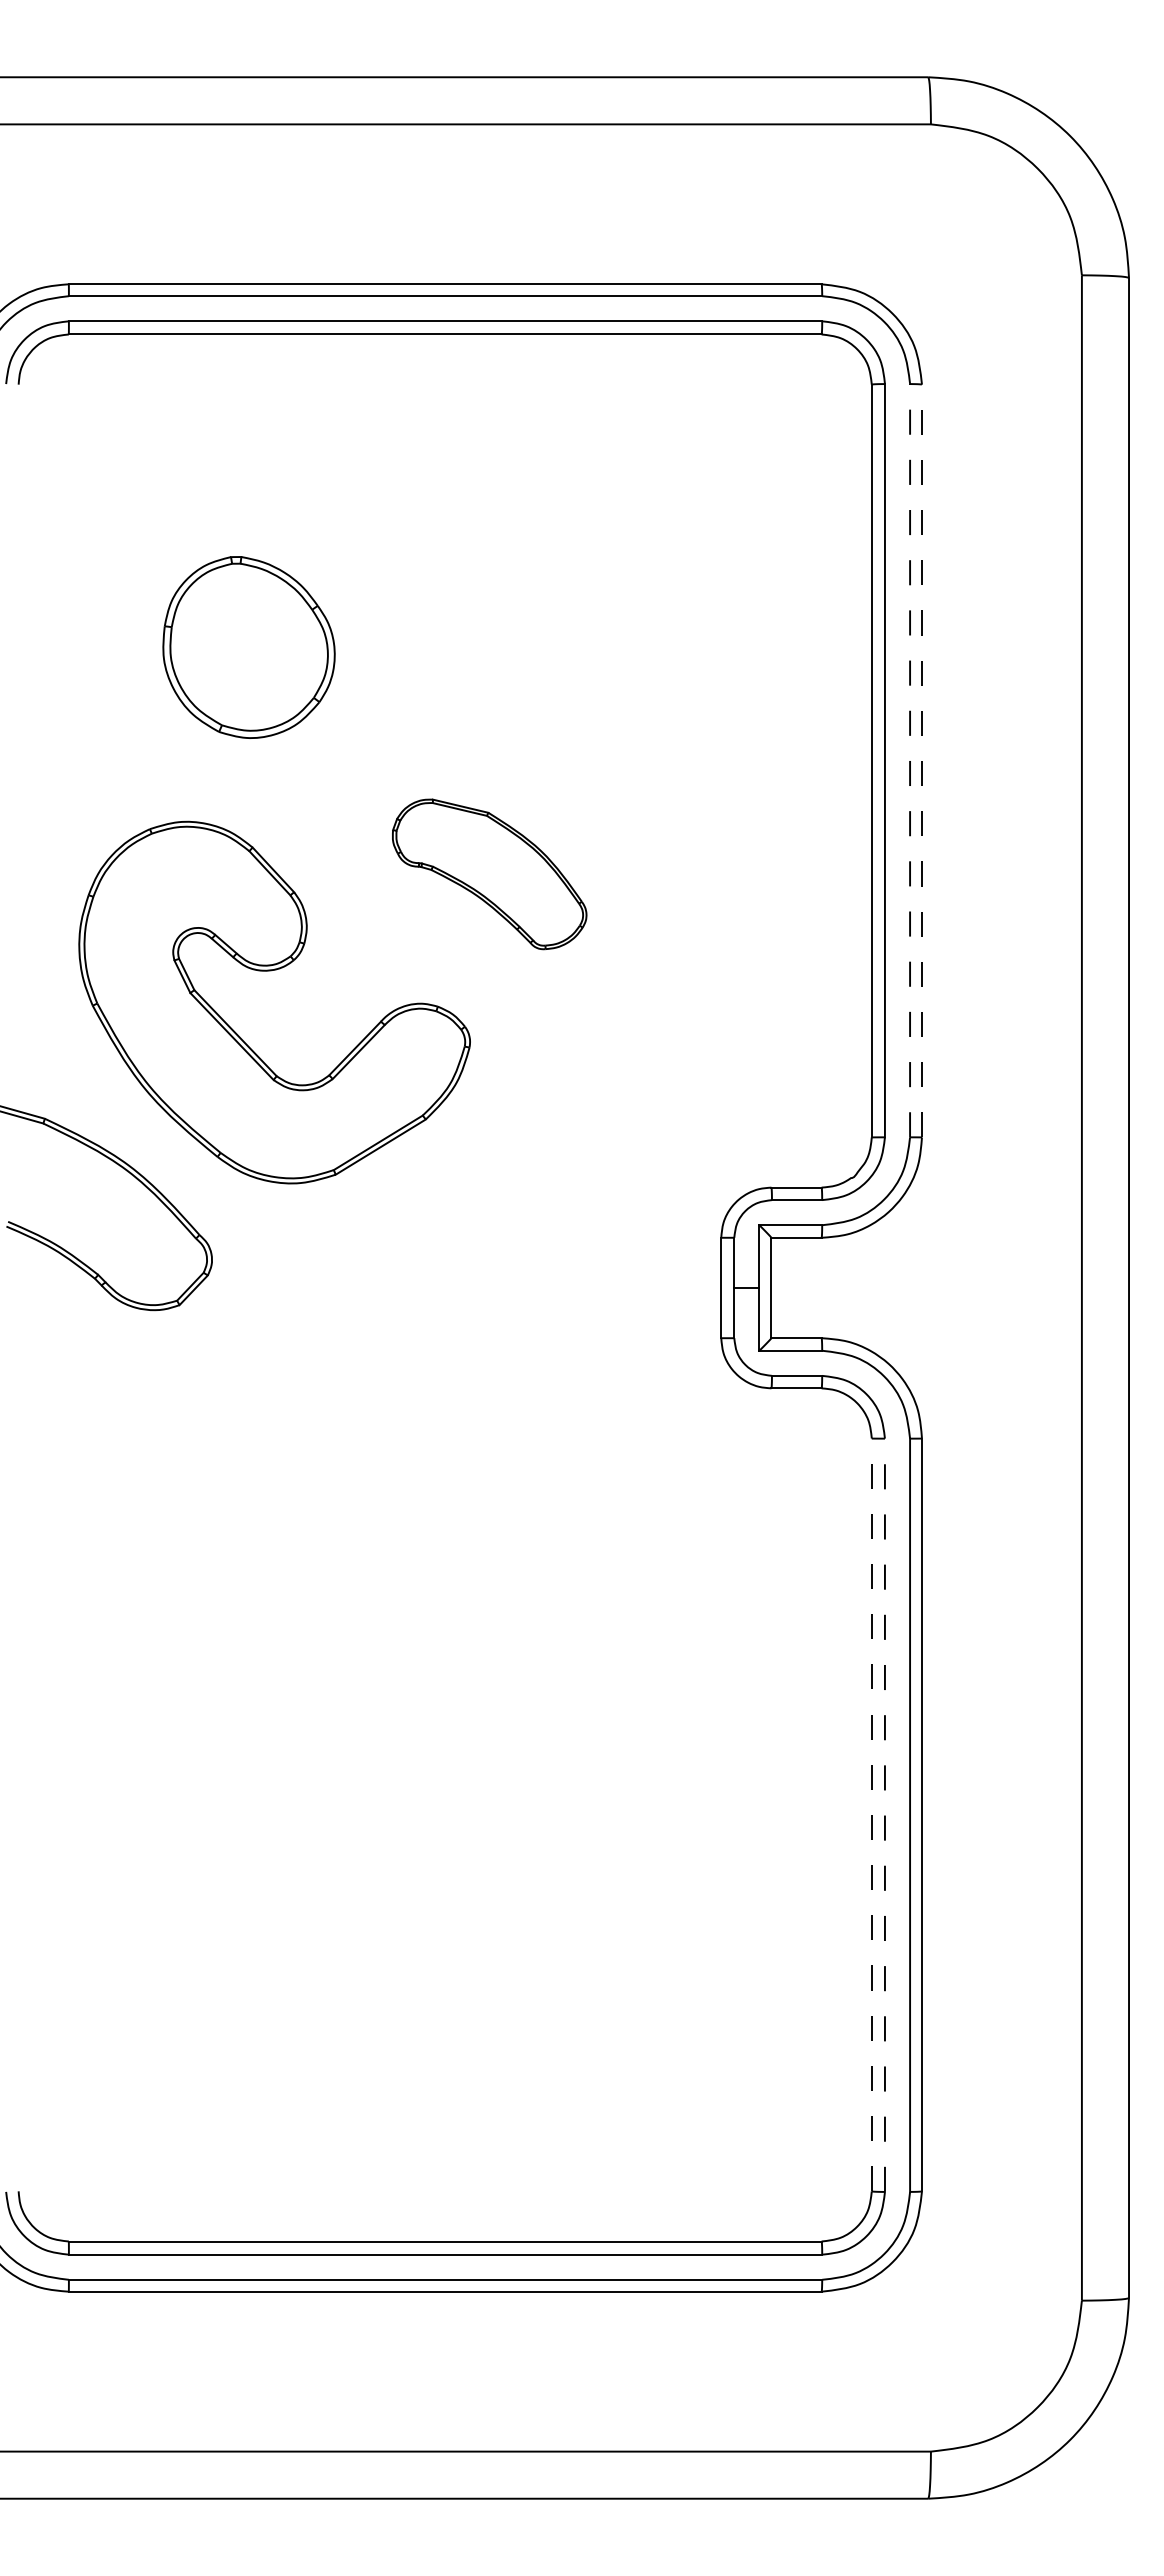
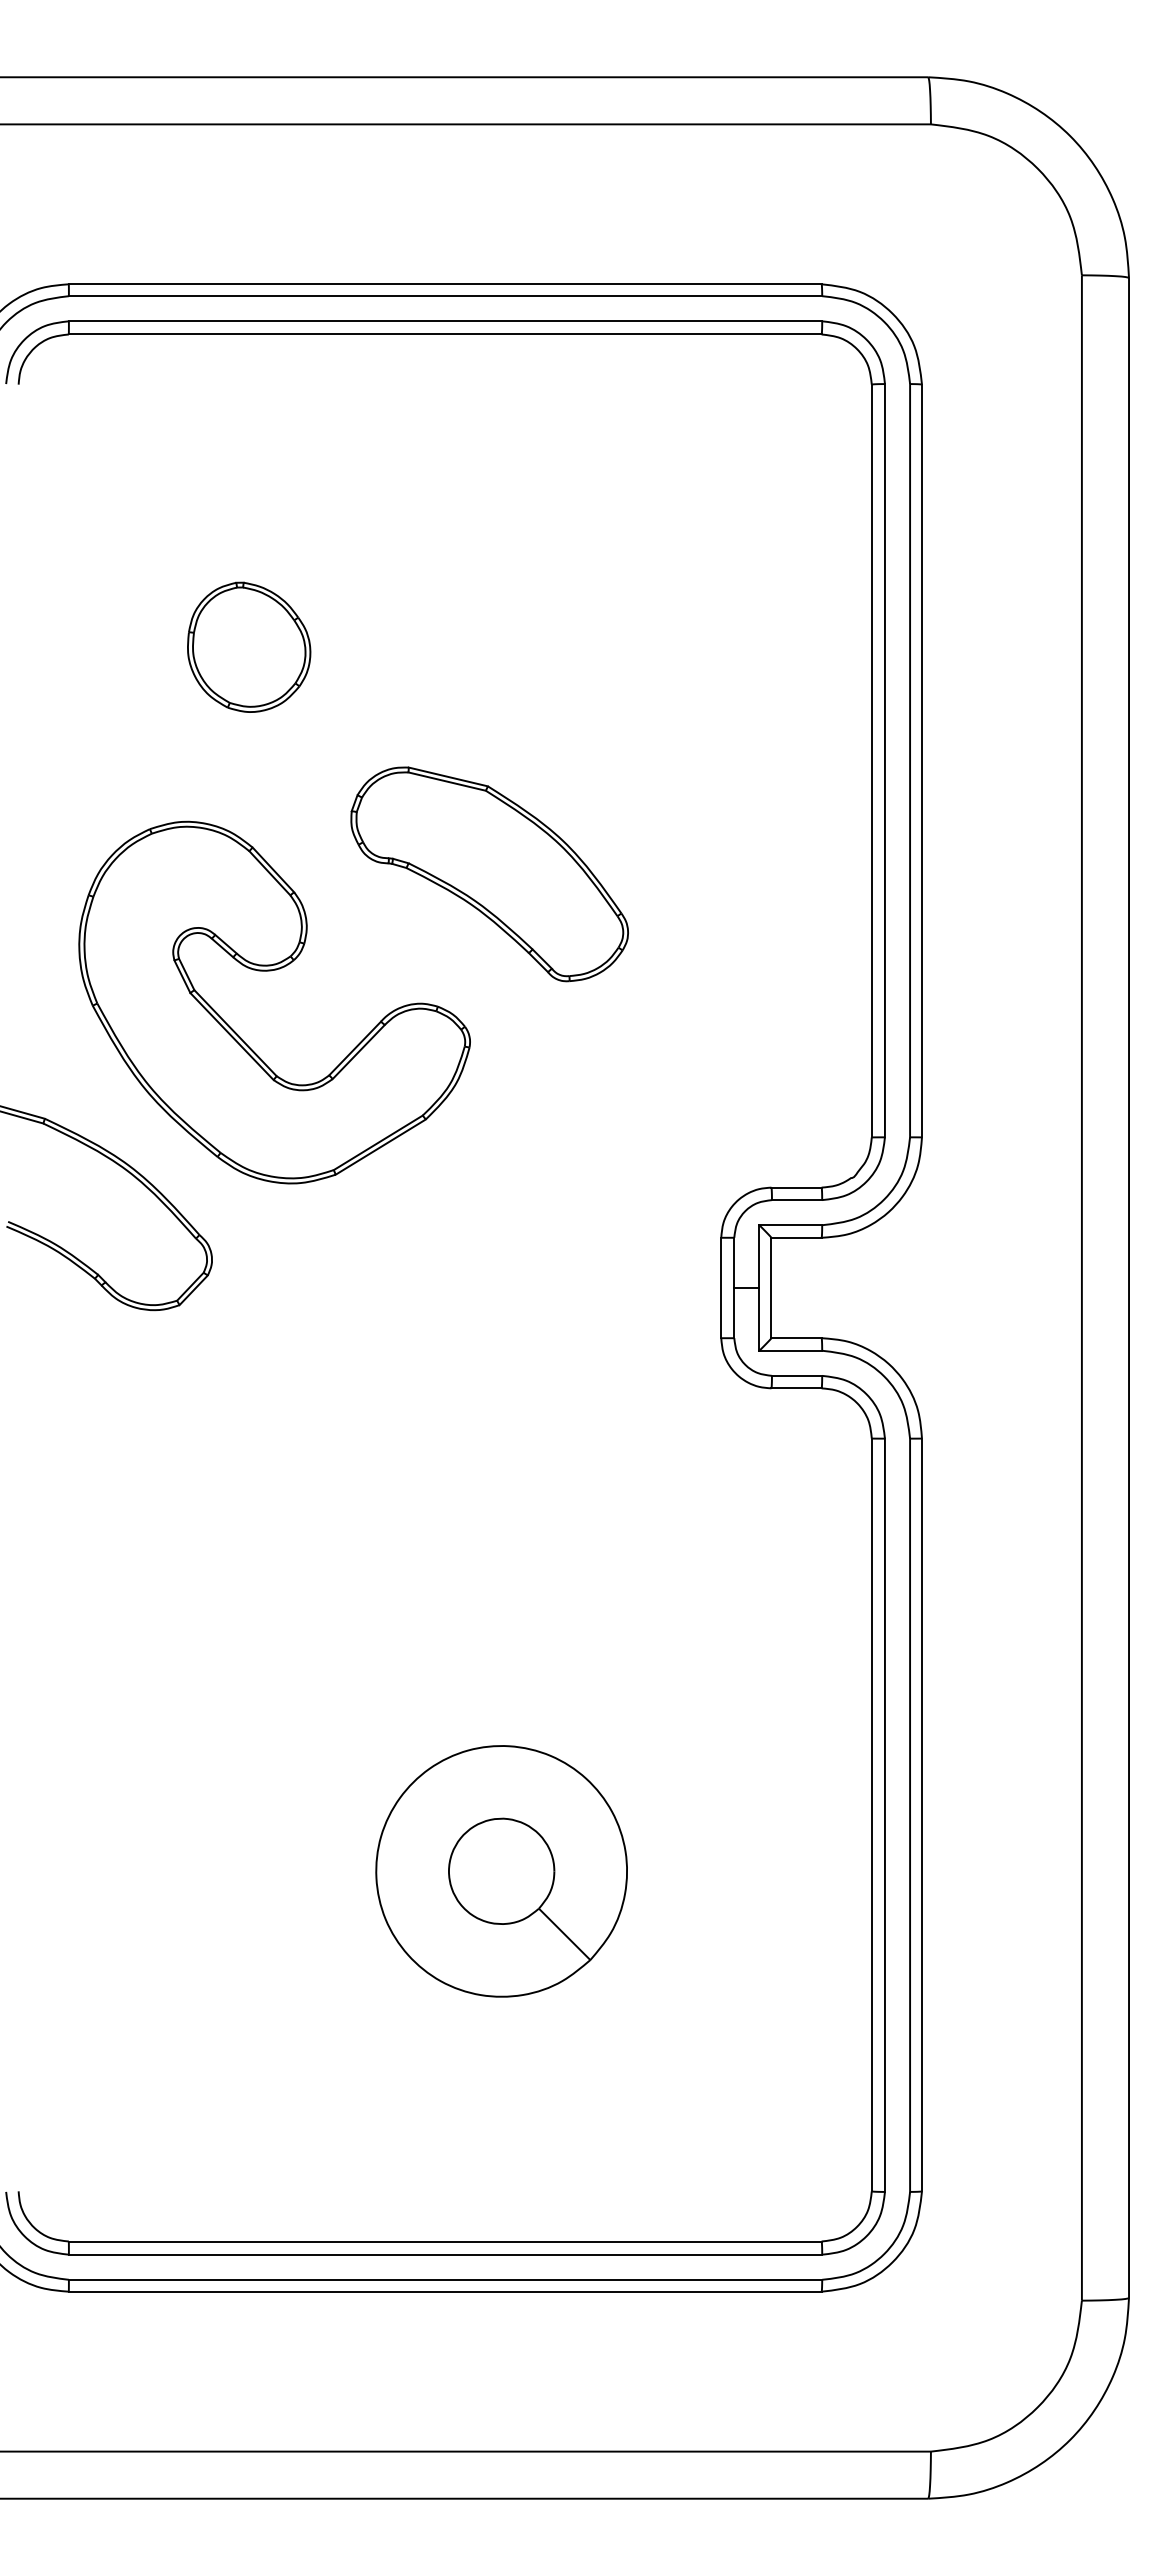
part at (248, 647) size: 174x183 px -> 125x132 px
line at (910, 760): dashed -> solid
line at (921, 760): dashed -> solid
part at (489, 874) size: 196x153 px -> 279x217 px
line at (871, 1814): dashed -> solid
line at (884, 1815): dashed -> solid
part at (501, 1871): none -> present
